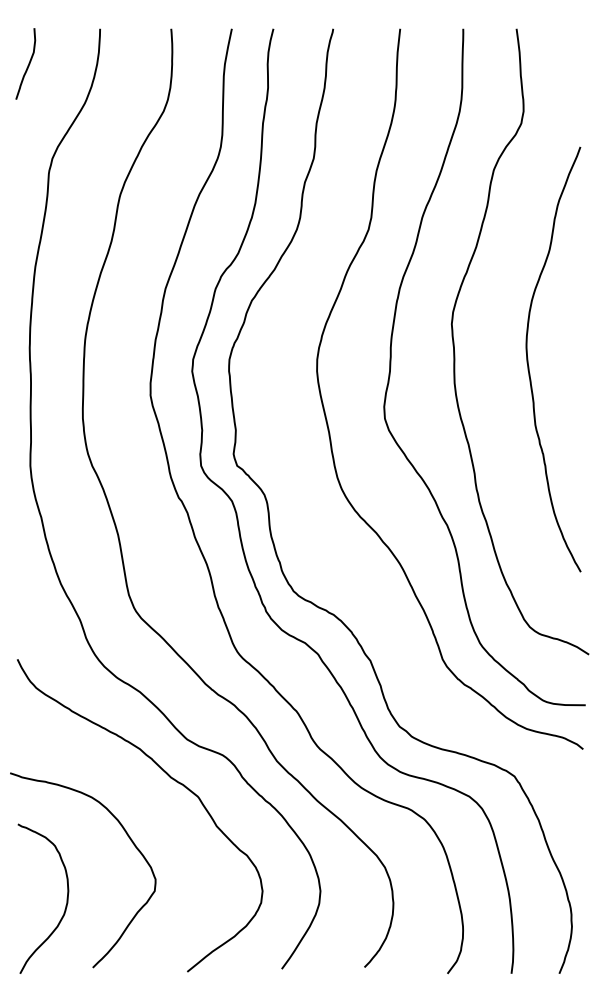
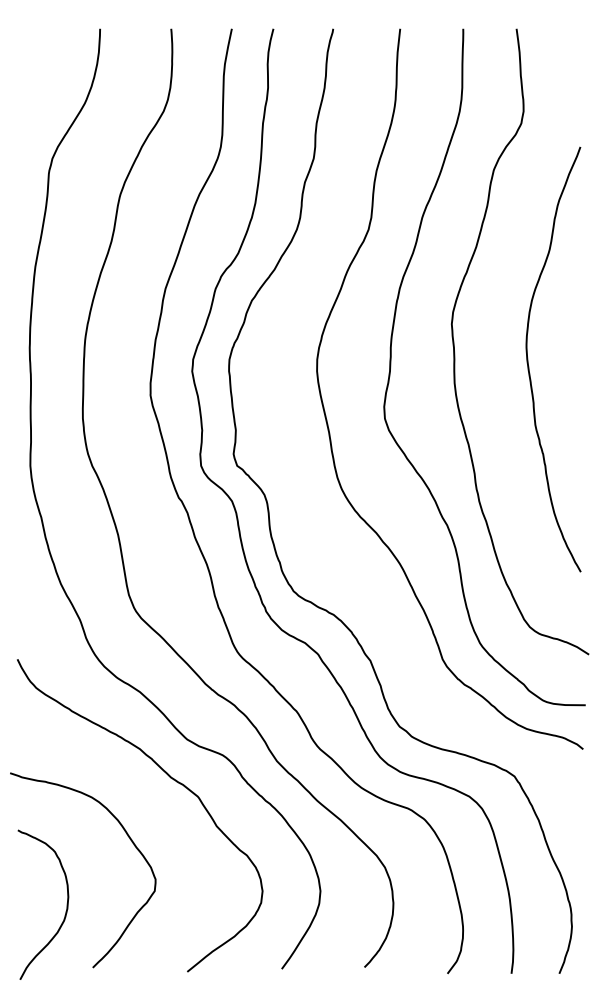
curve at (27, 65): present -> none
curve at (66, 898) position: (66, 898) -> (66, 904)
